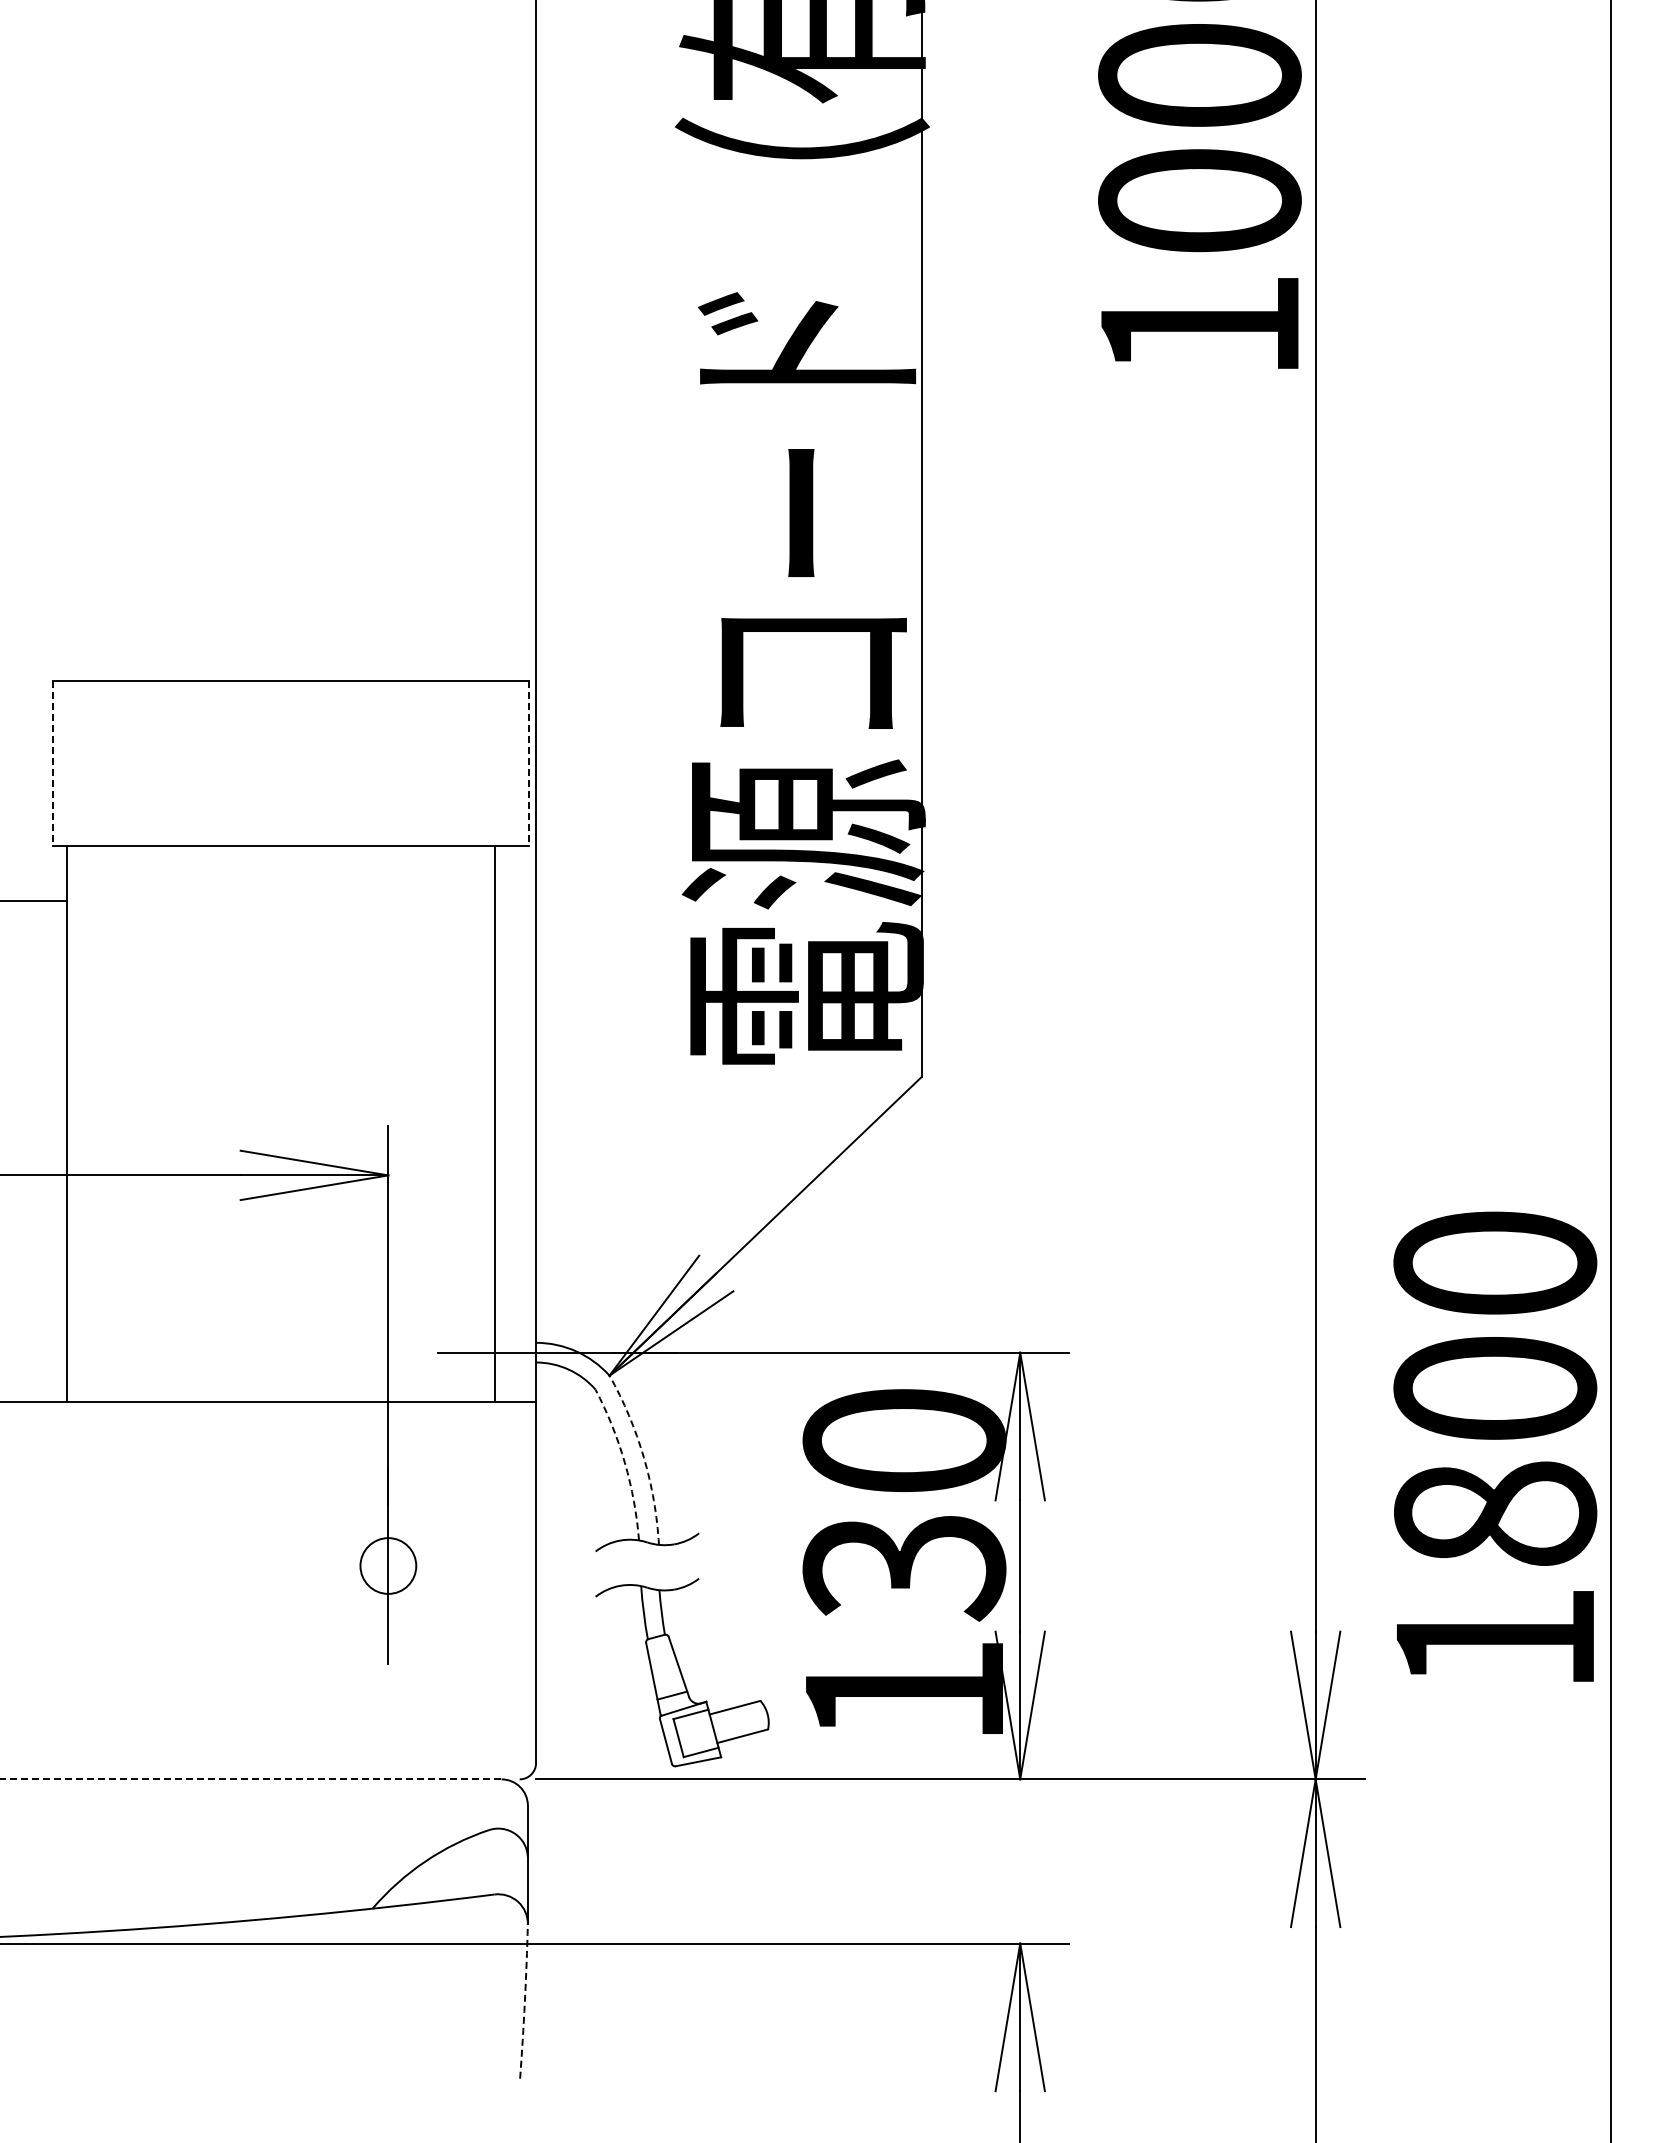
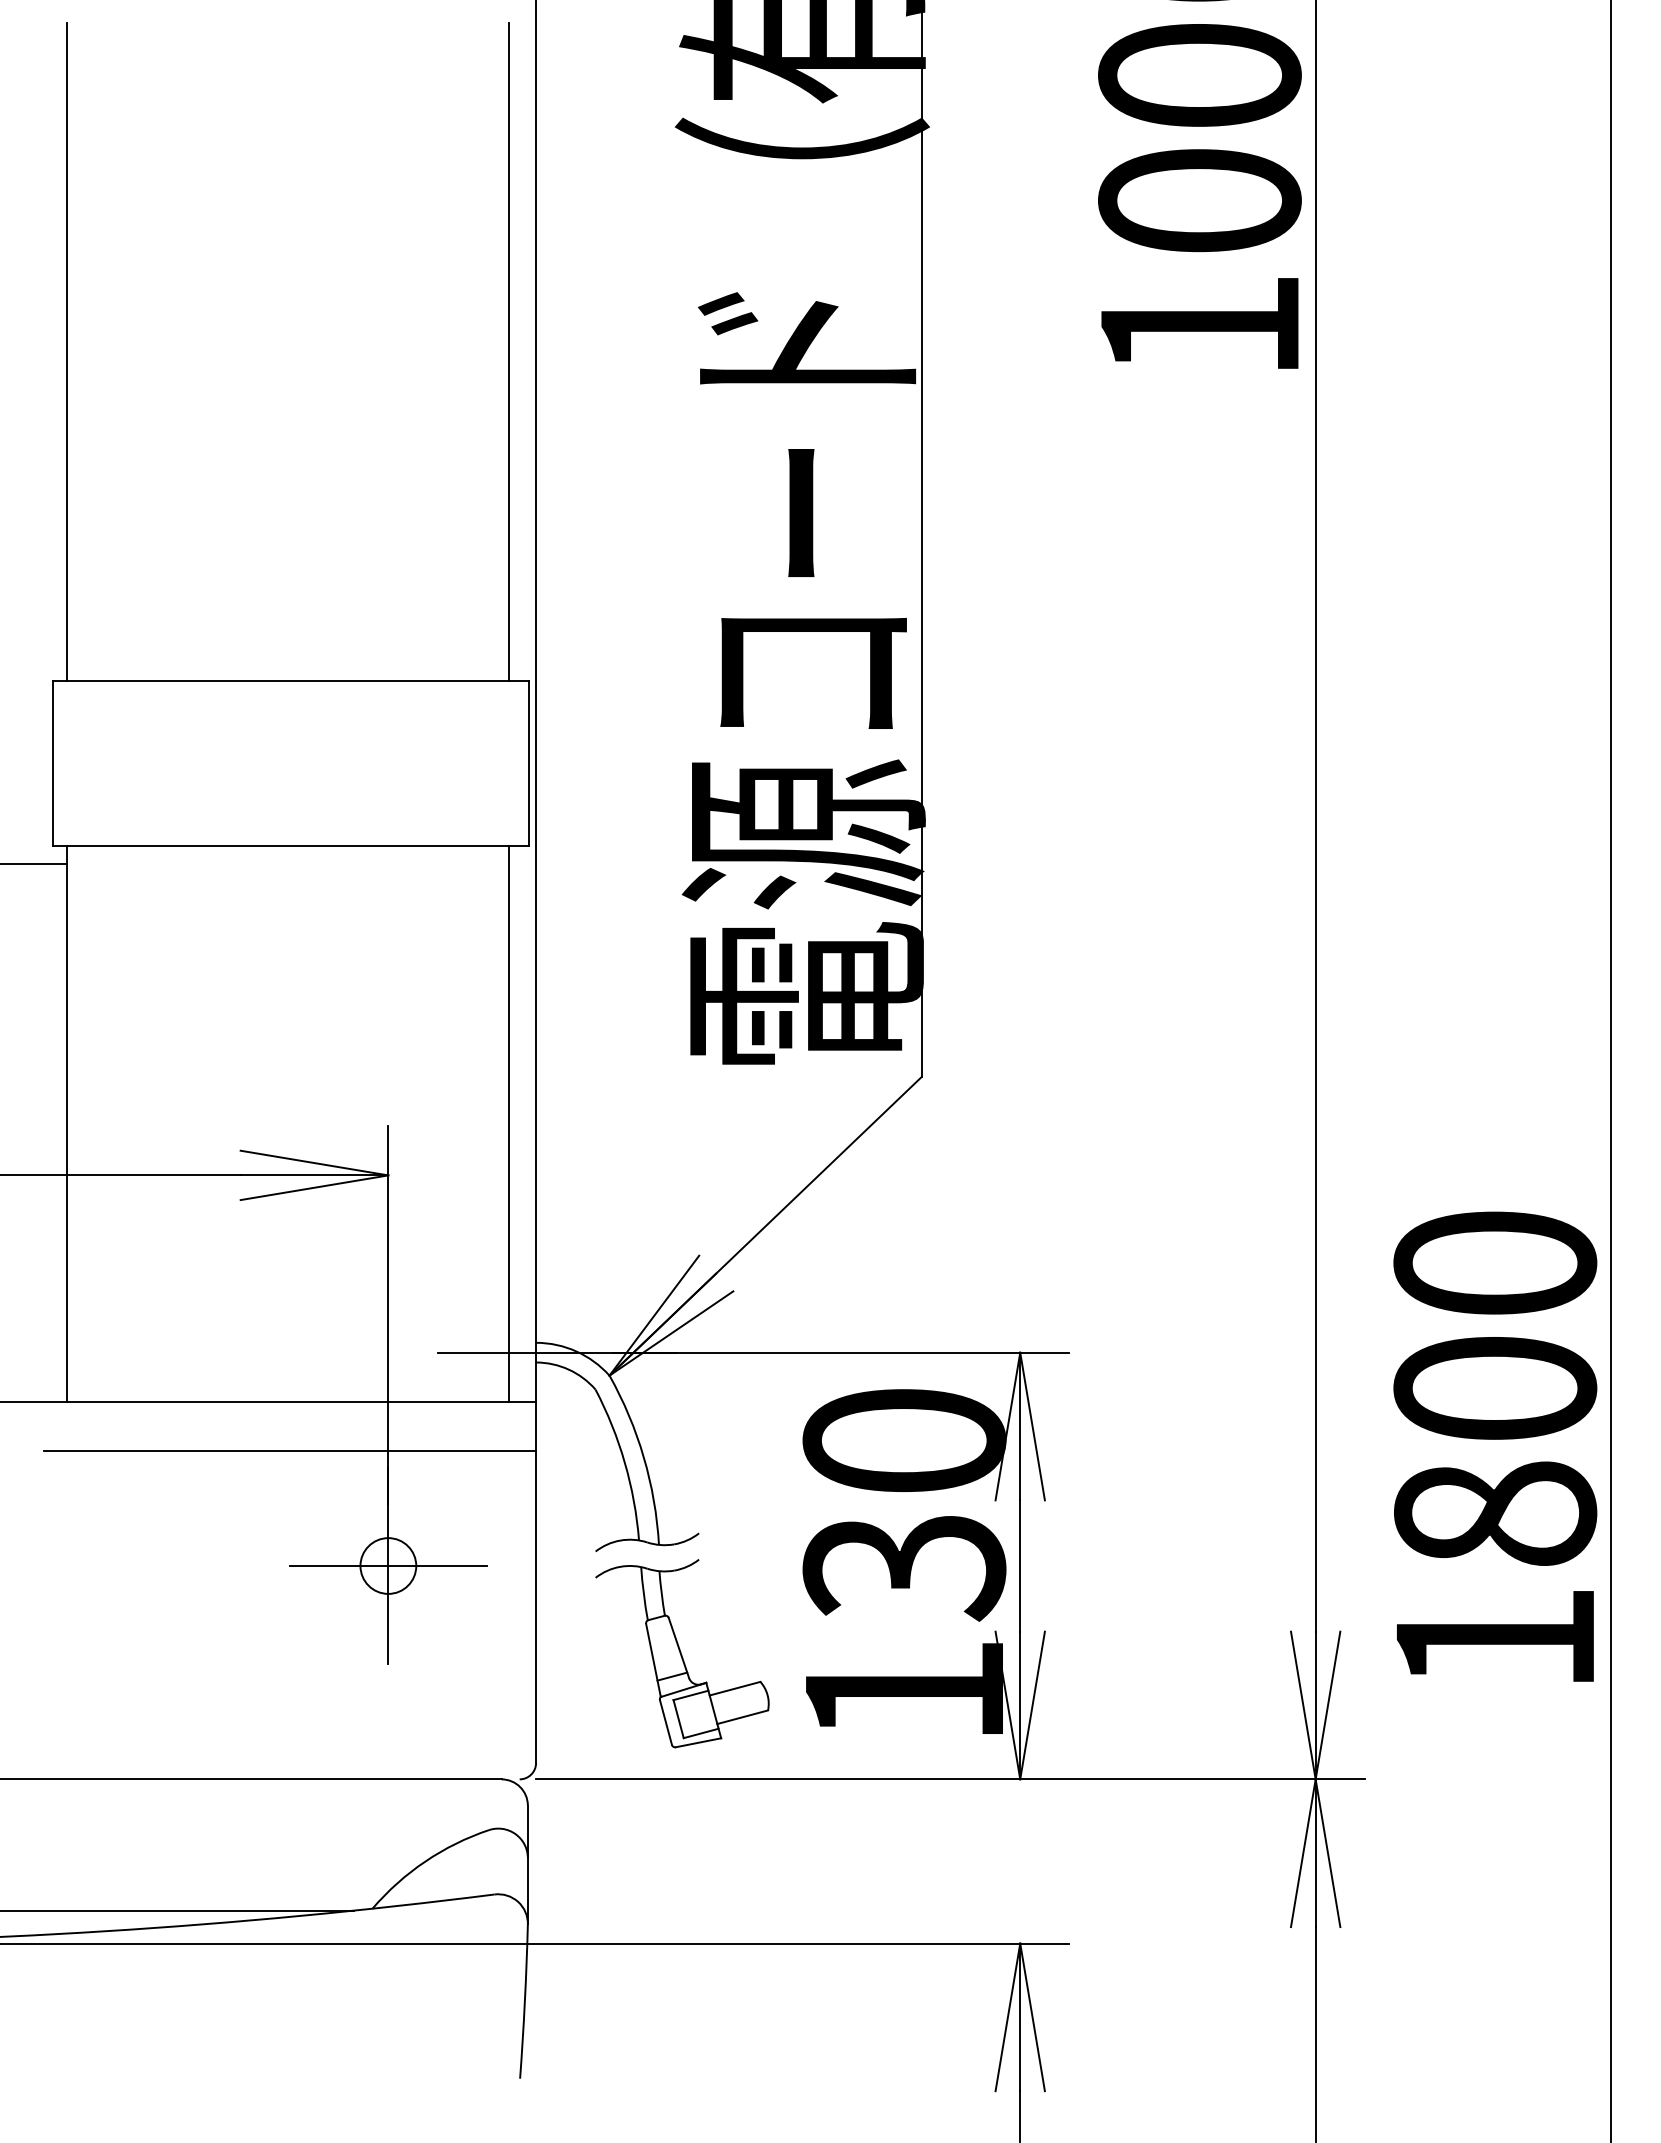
line at (66, 352): none -> present
line at (509, 352): none -> present
line at (52, 763): dashed -> solid
line at (528, 763): dashed -> solid
line at (34, 901) position: (34, 901) -> (34, 864)
line at (495, 1123) position: (495, 1123) -> (509, 1123)
line at (289, 1451): none -> present
arc at (643, 1457): dashed -> solid
arc at (624, 1462): dashed -> solid
line at (387, 1566): none -> present
part at (682, 1672) position: (682, 1672) -> (682, 1653)
line at (251, 1779): dashed -> solid
line at (177, 1910): none -> present
arc at (524, 2001): dashed -> solid
